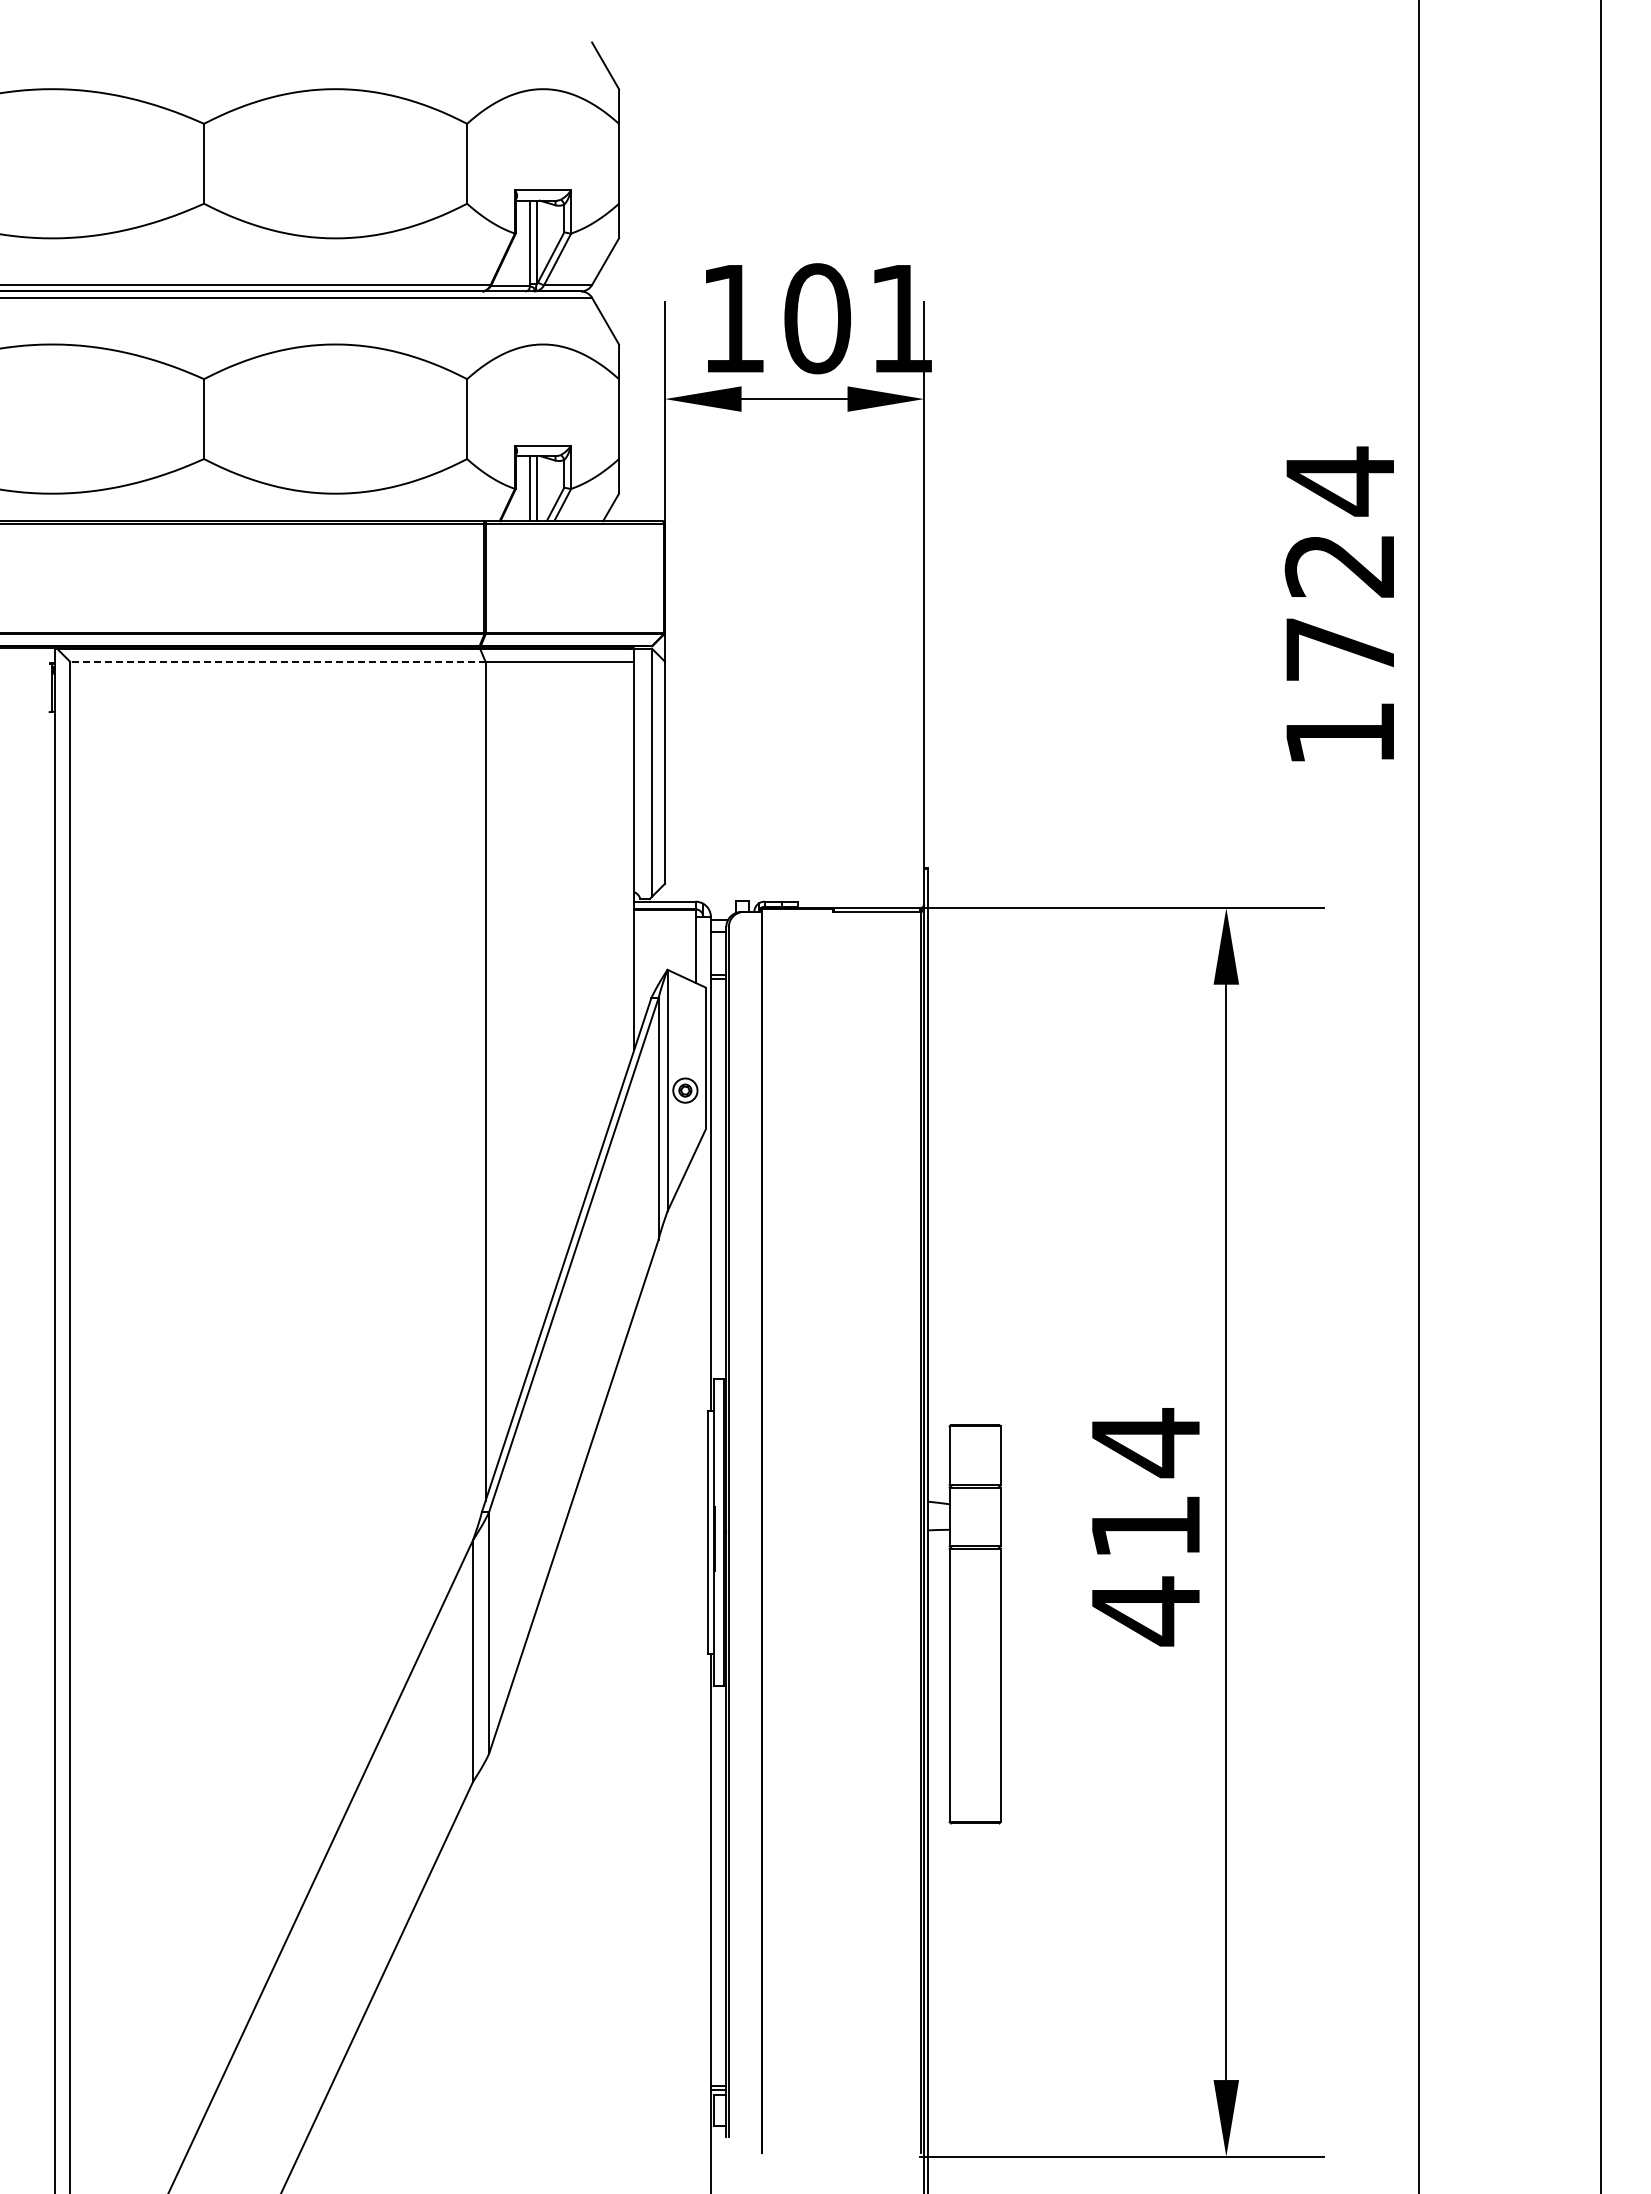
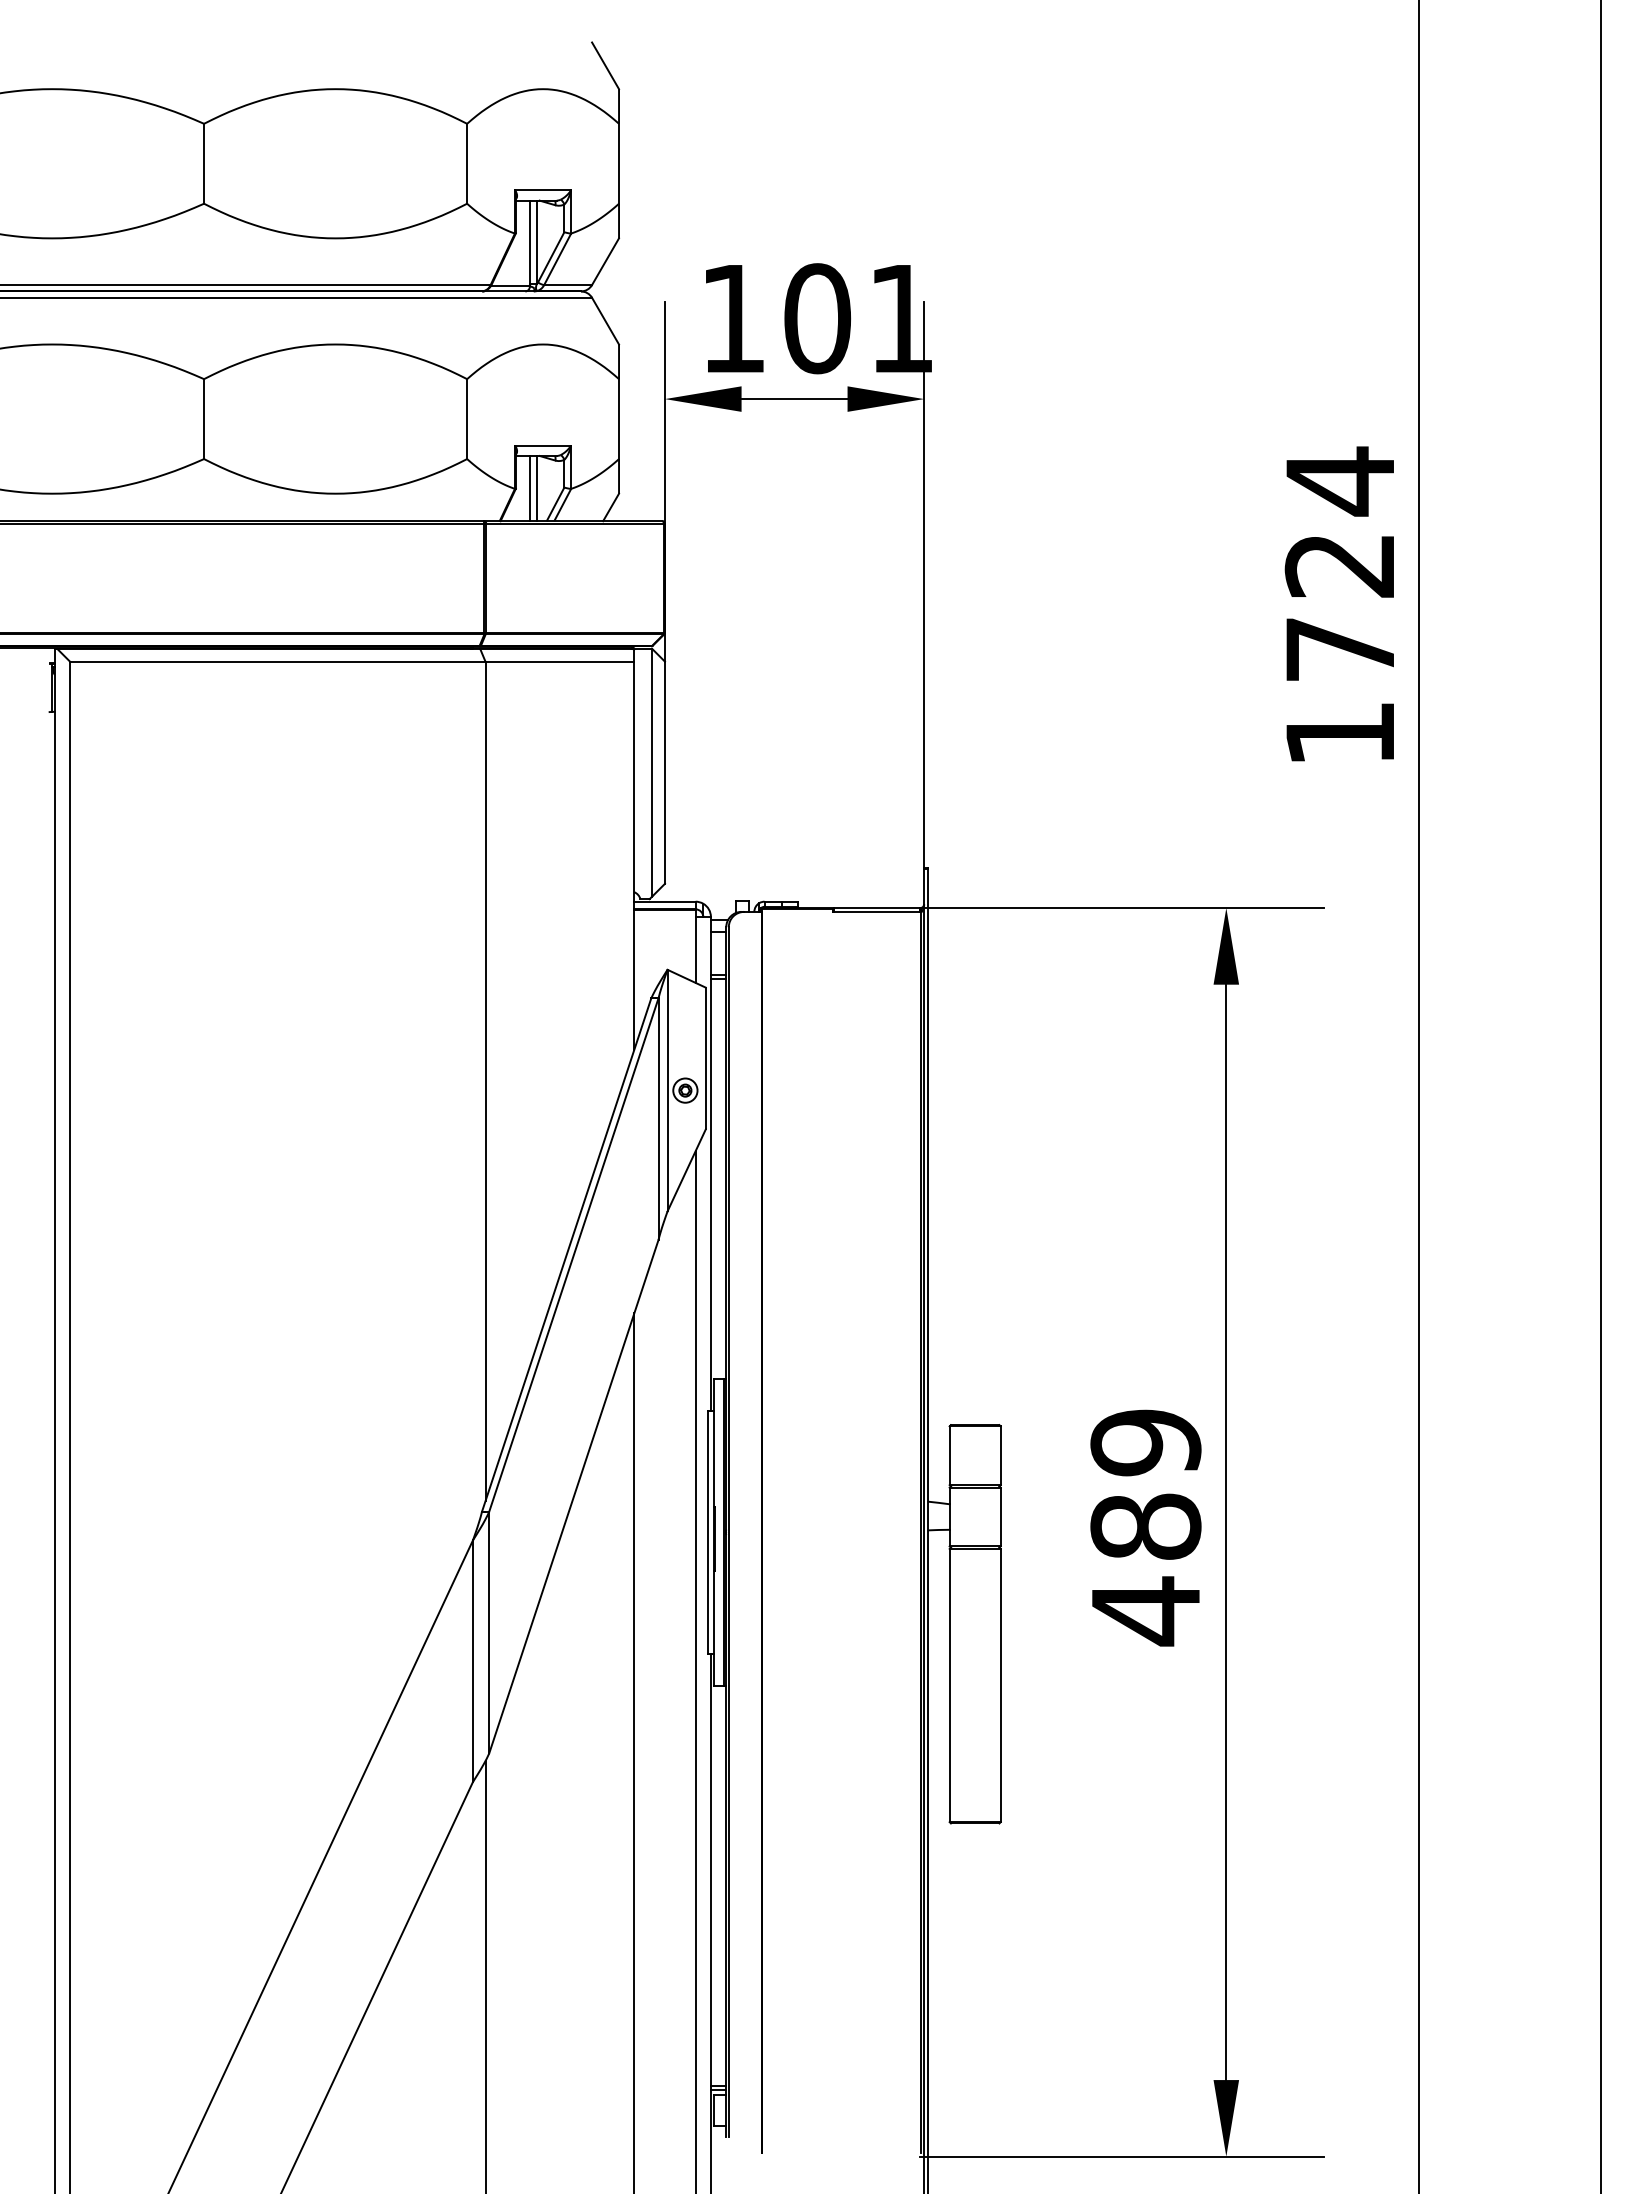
line at (277, 661): dashed -> solid
text at (1145, 1483): 414 -> 489
line at (695, 1670): none -> present
line at (634, 1751): none -> present
line at (485, 1975): none -> present
